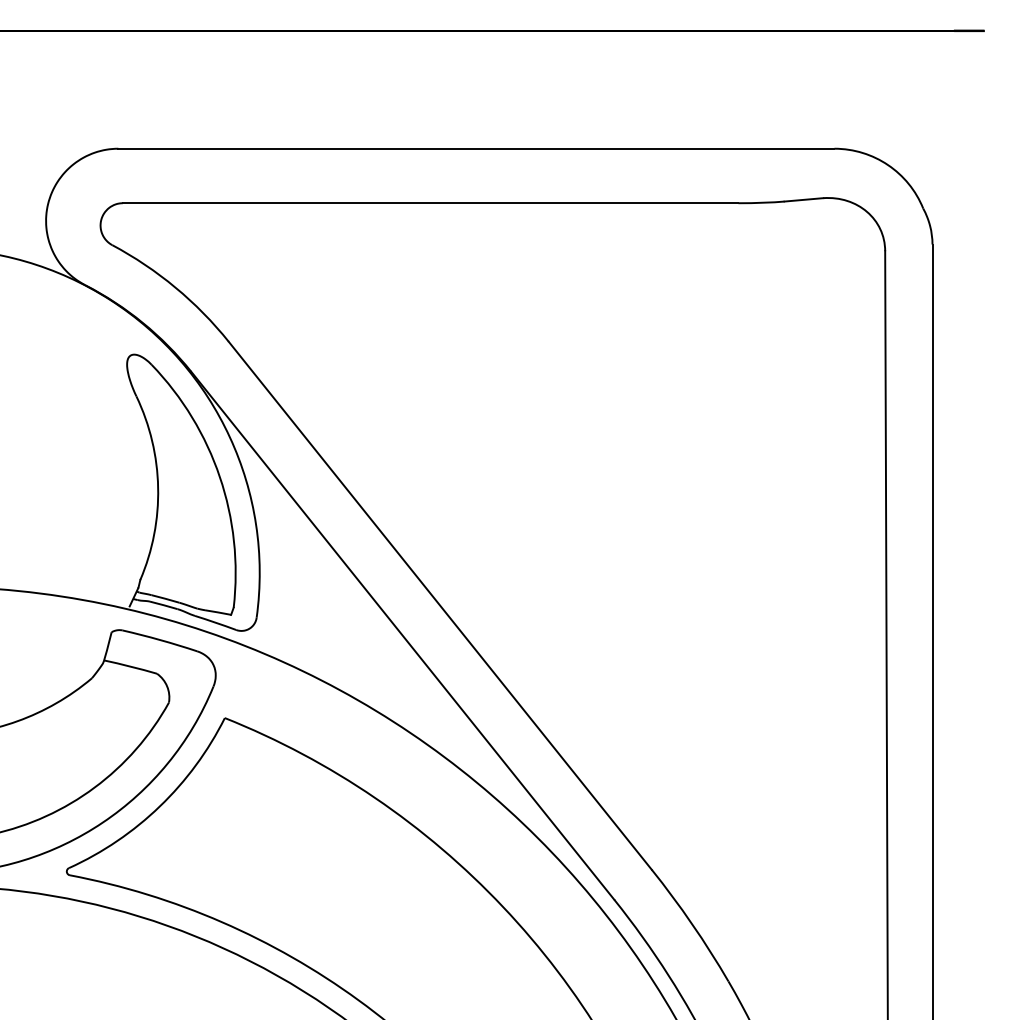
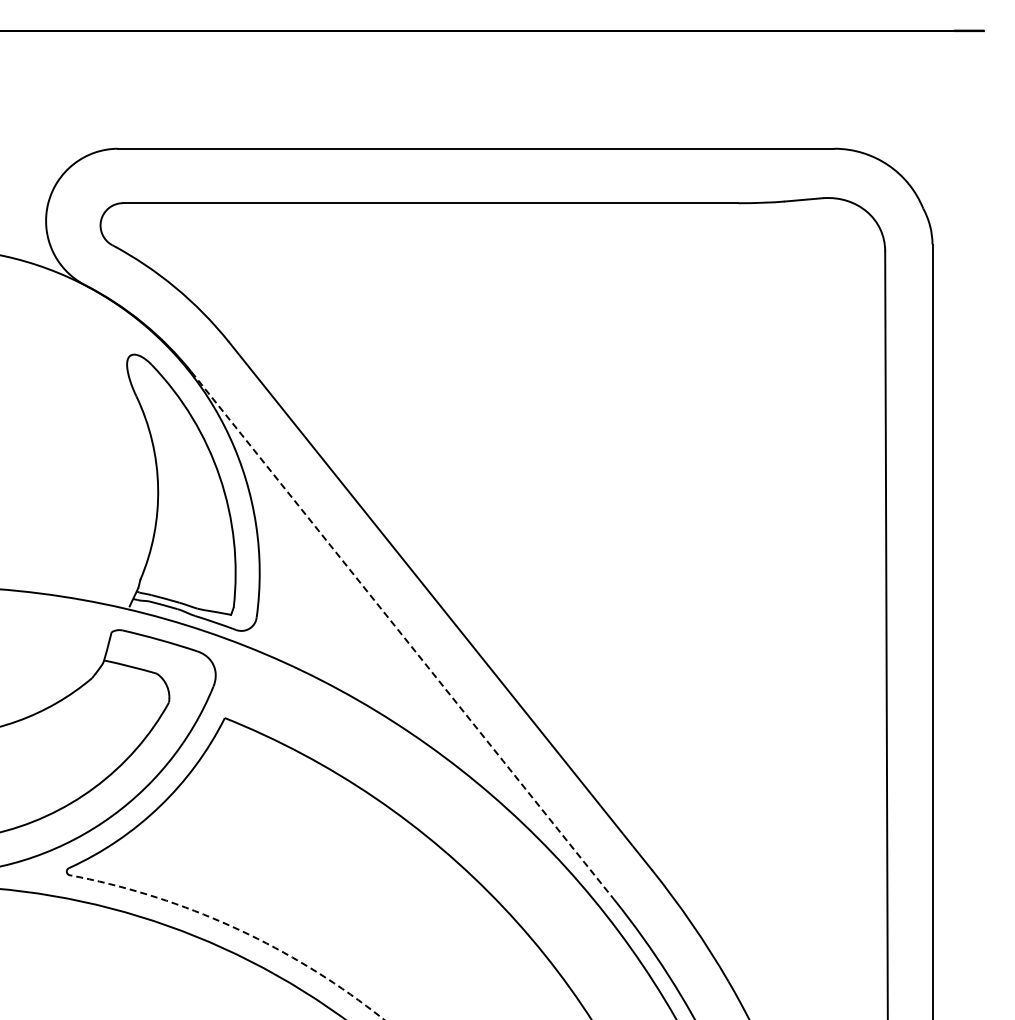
line at (403, 636): solid -> dashed
arc at (236, 928): solid -> dashed
